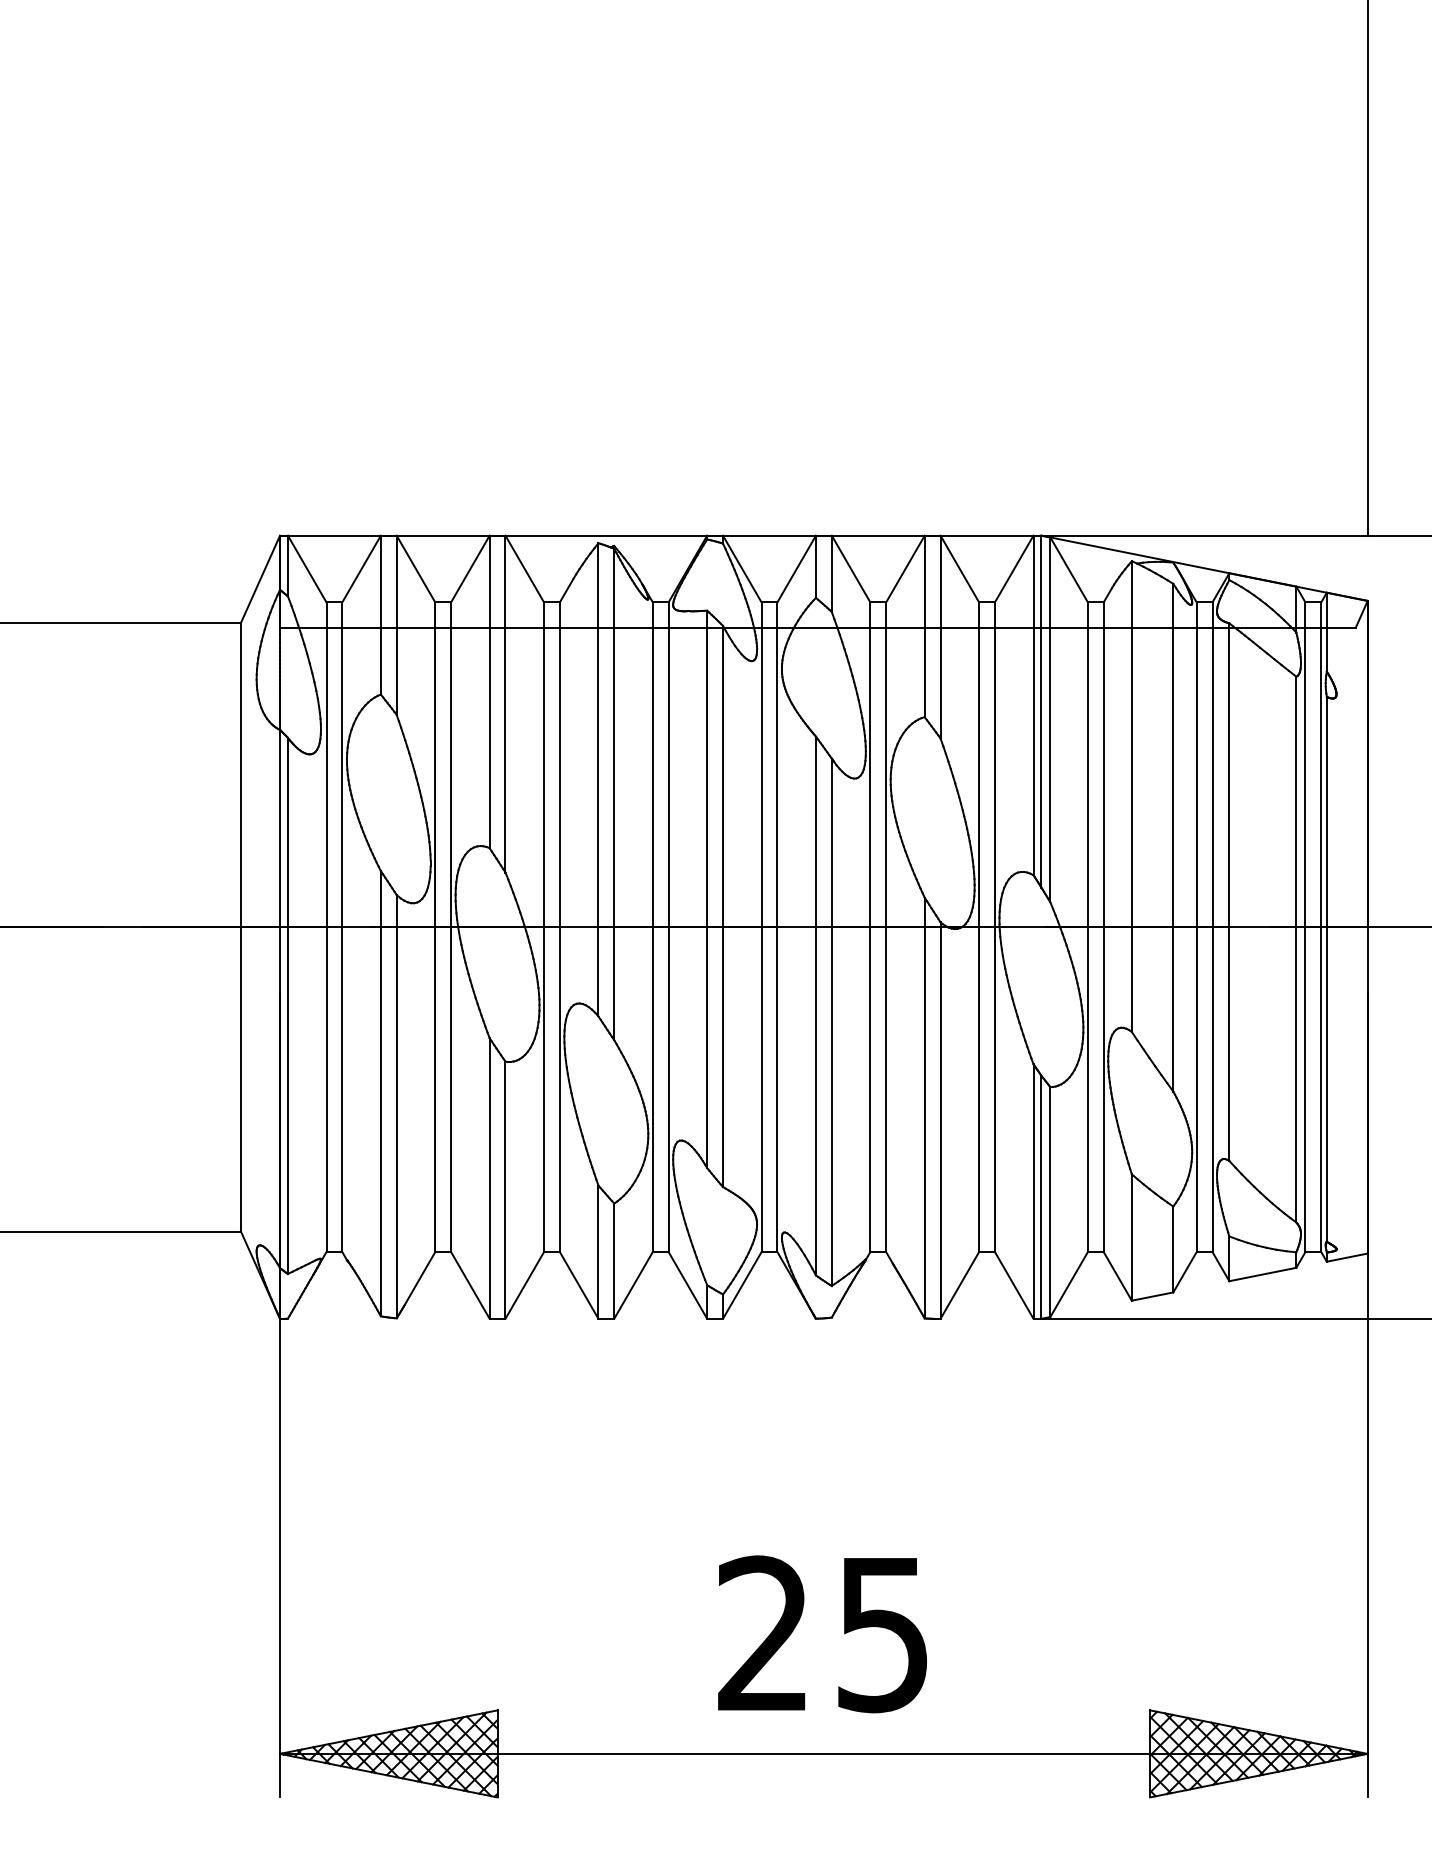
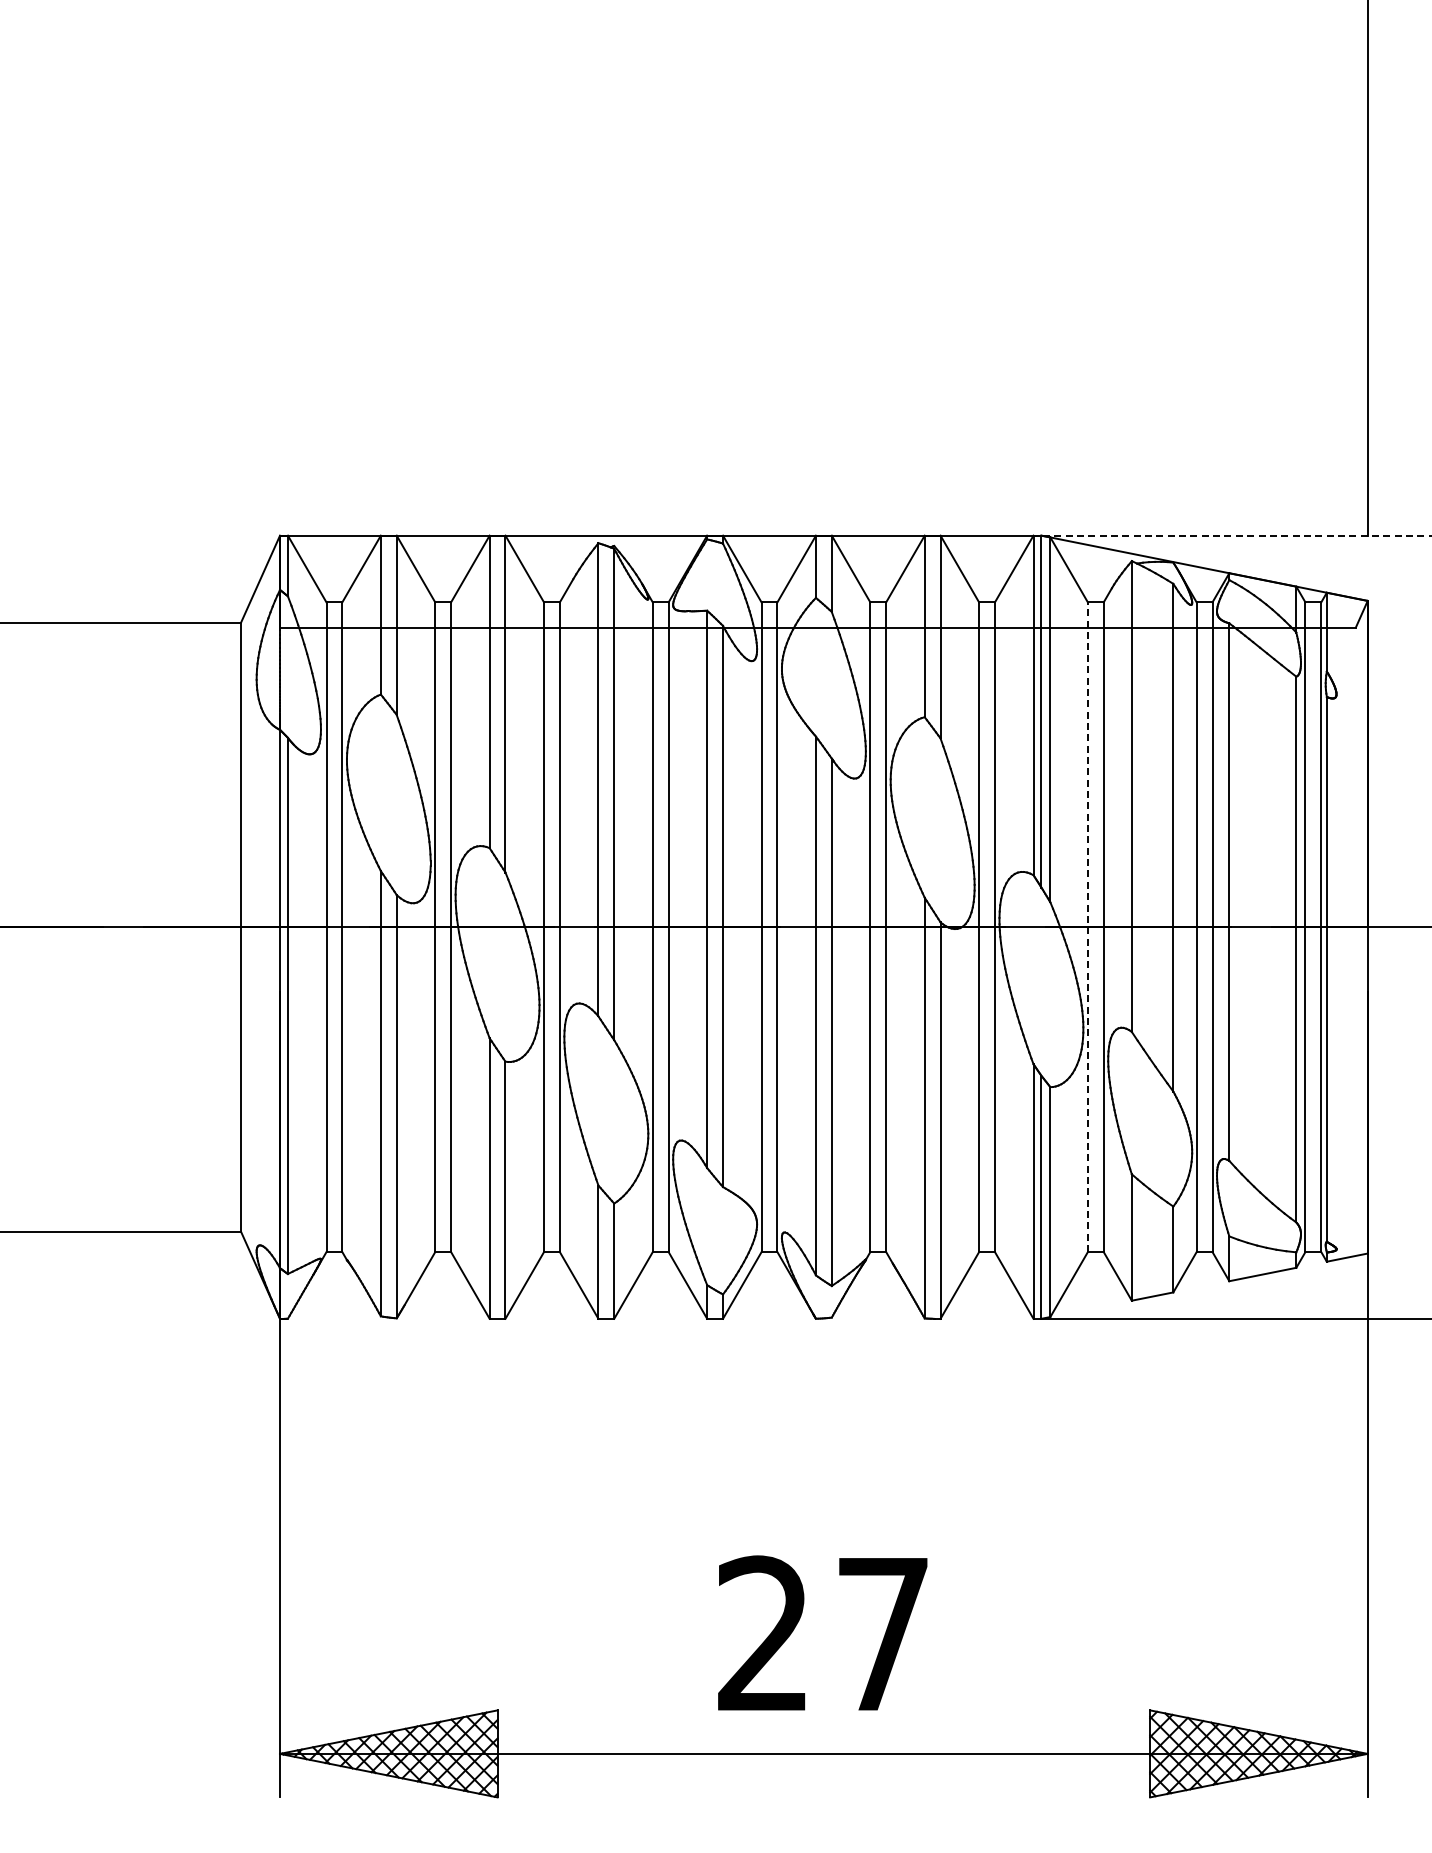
line at (1236, 535): solid -> dashed
line at (1087, 927): solid -> dashed
text at (882, 1635): 25 -> 27
